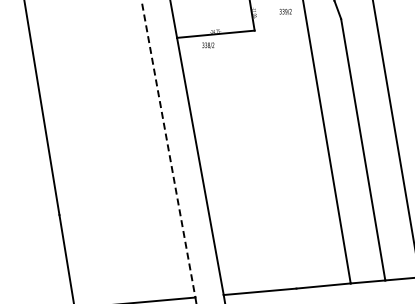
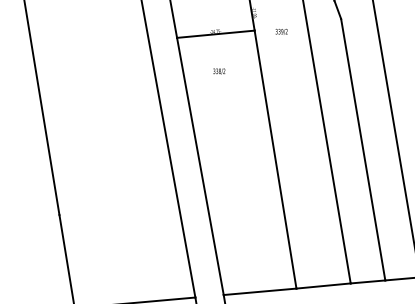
text at (285, 11) position: (285, 11) -> (281, 31)
text at (208, 45) position: (208, 45) -> (219, 71)
line at (168, 149): dashed -> solid
line at (275, 159): none -> present
